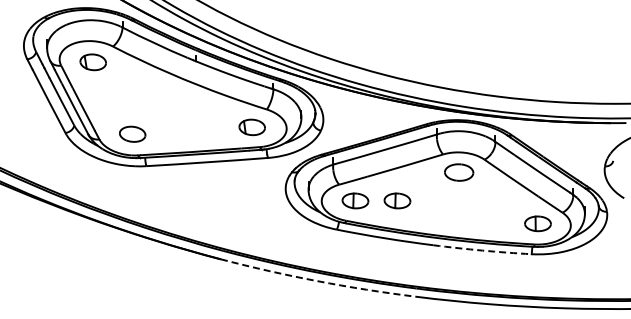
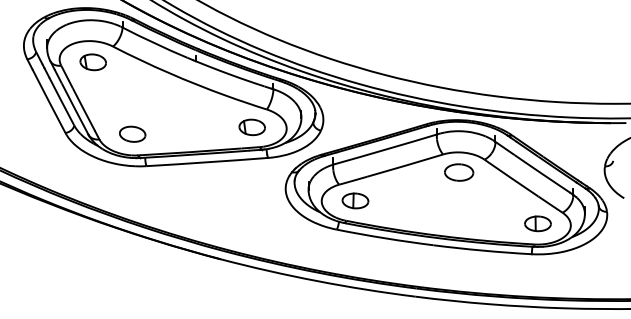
part at (397, 200): present -> none
arc at (482, 250): dashed -> solid
arc at (317, 281): dashed -> solid
